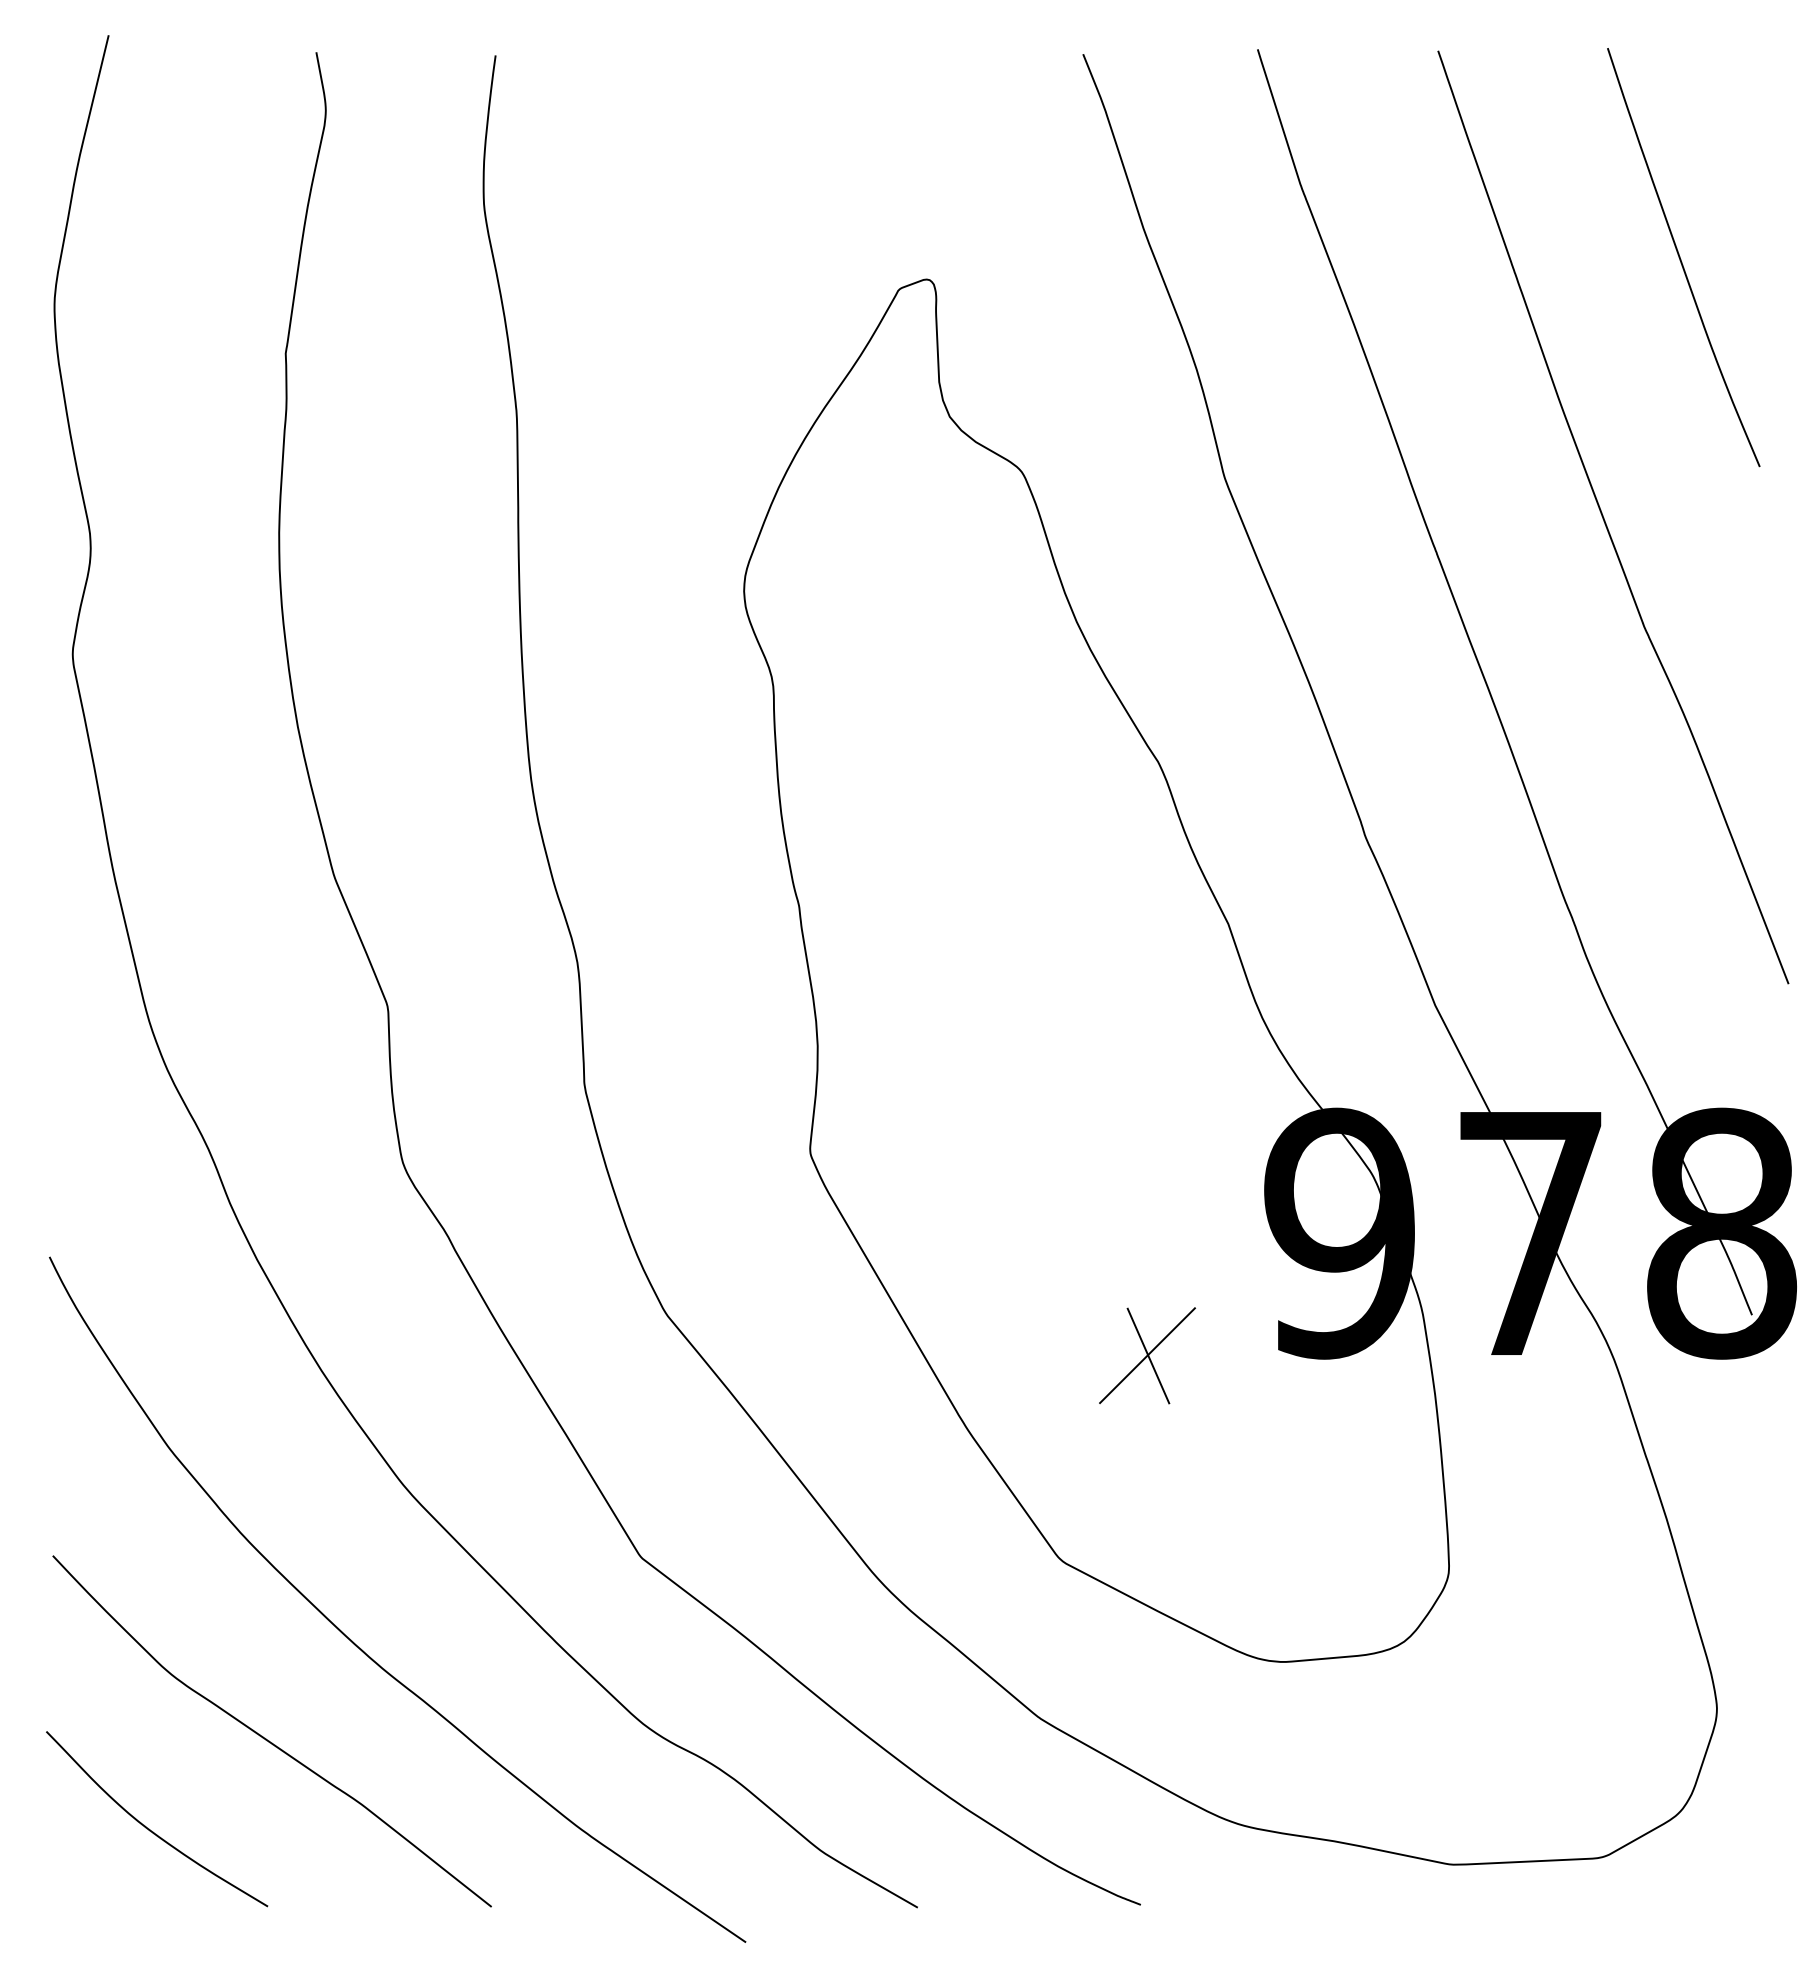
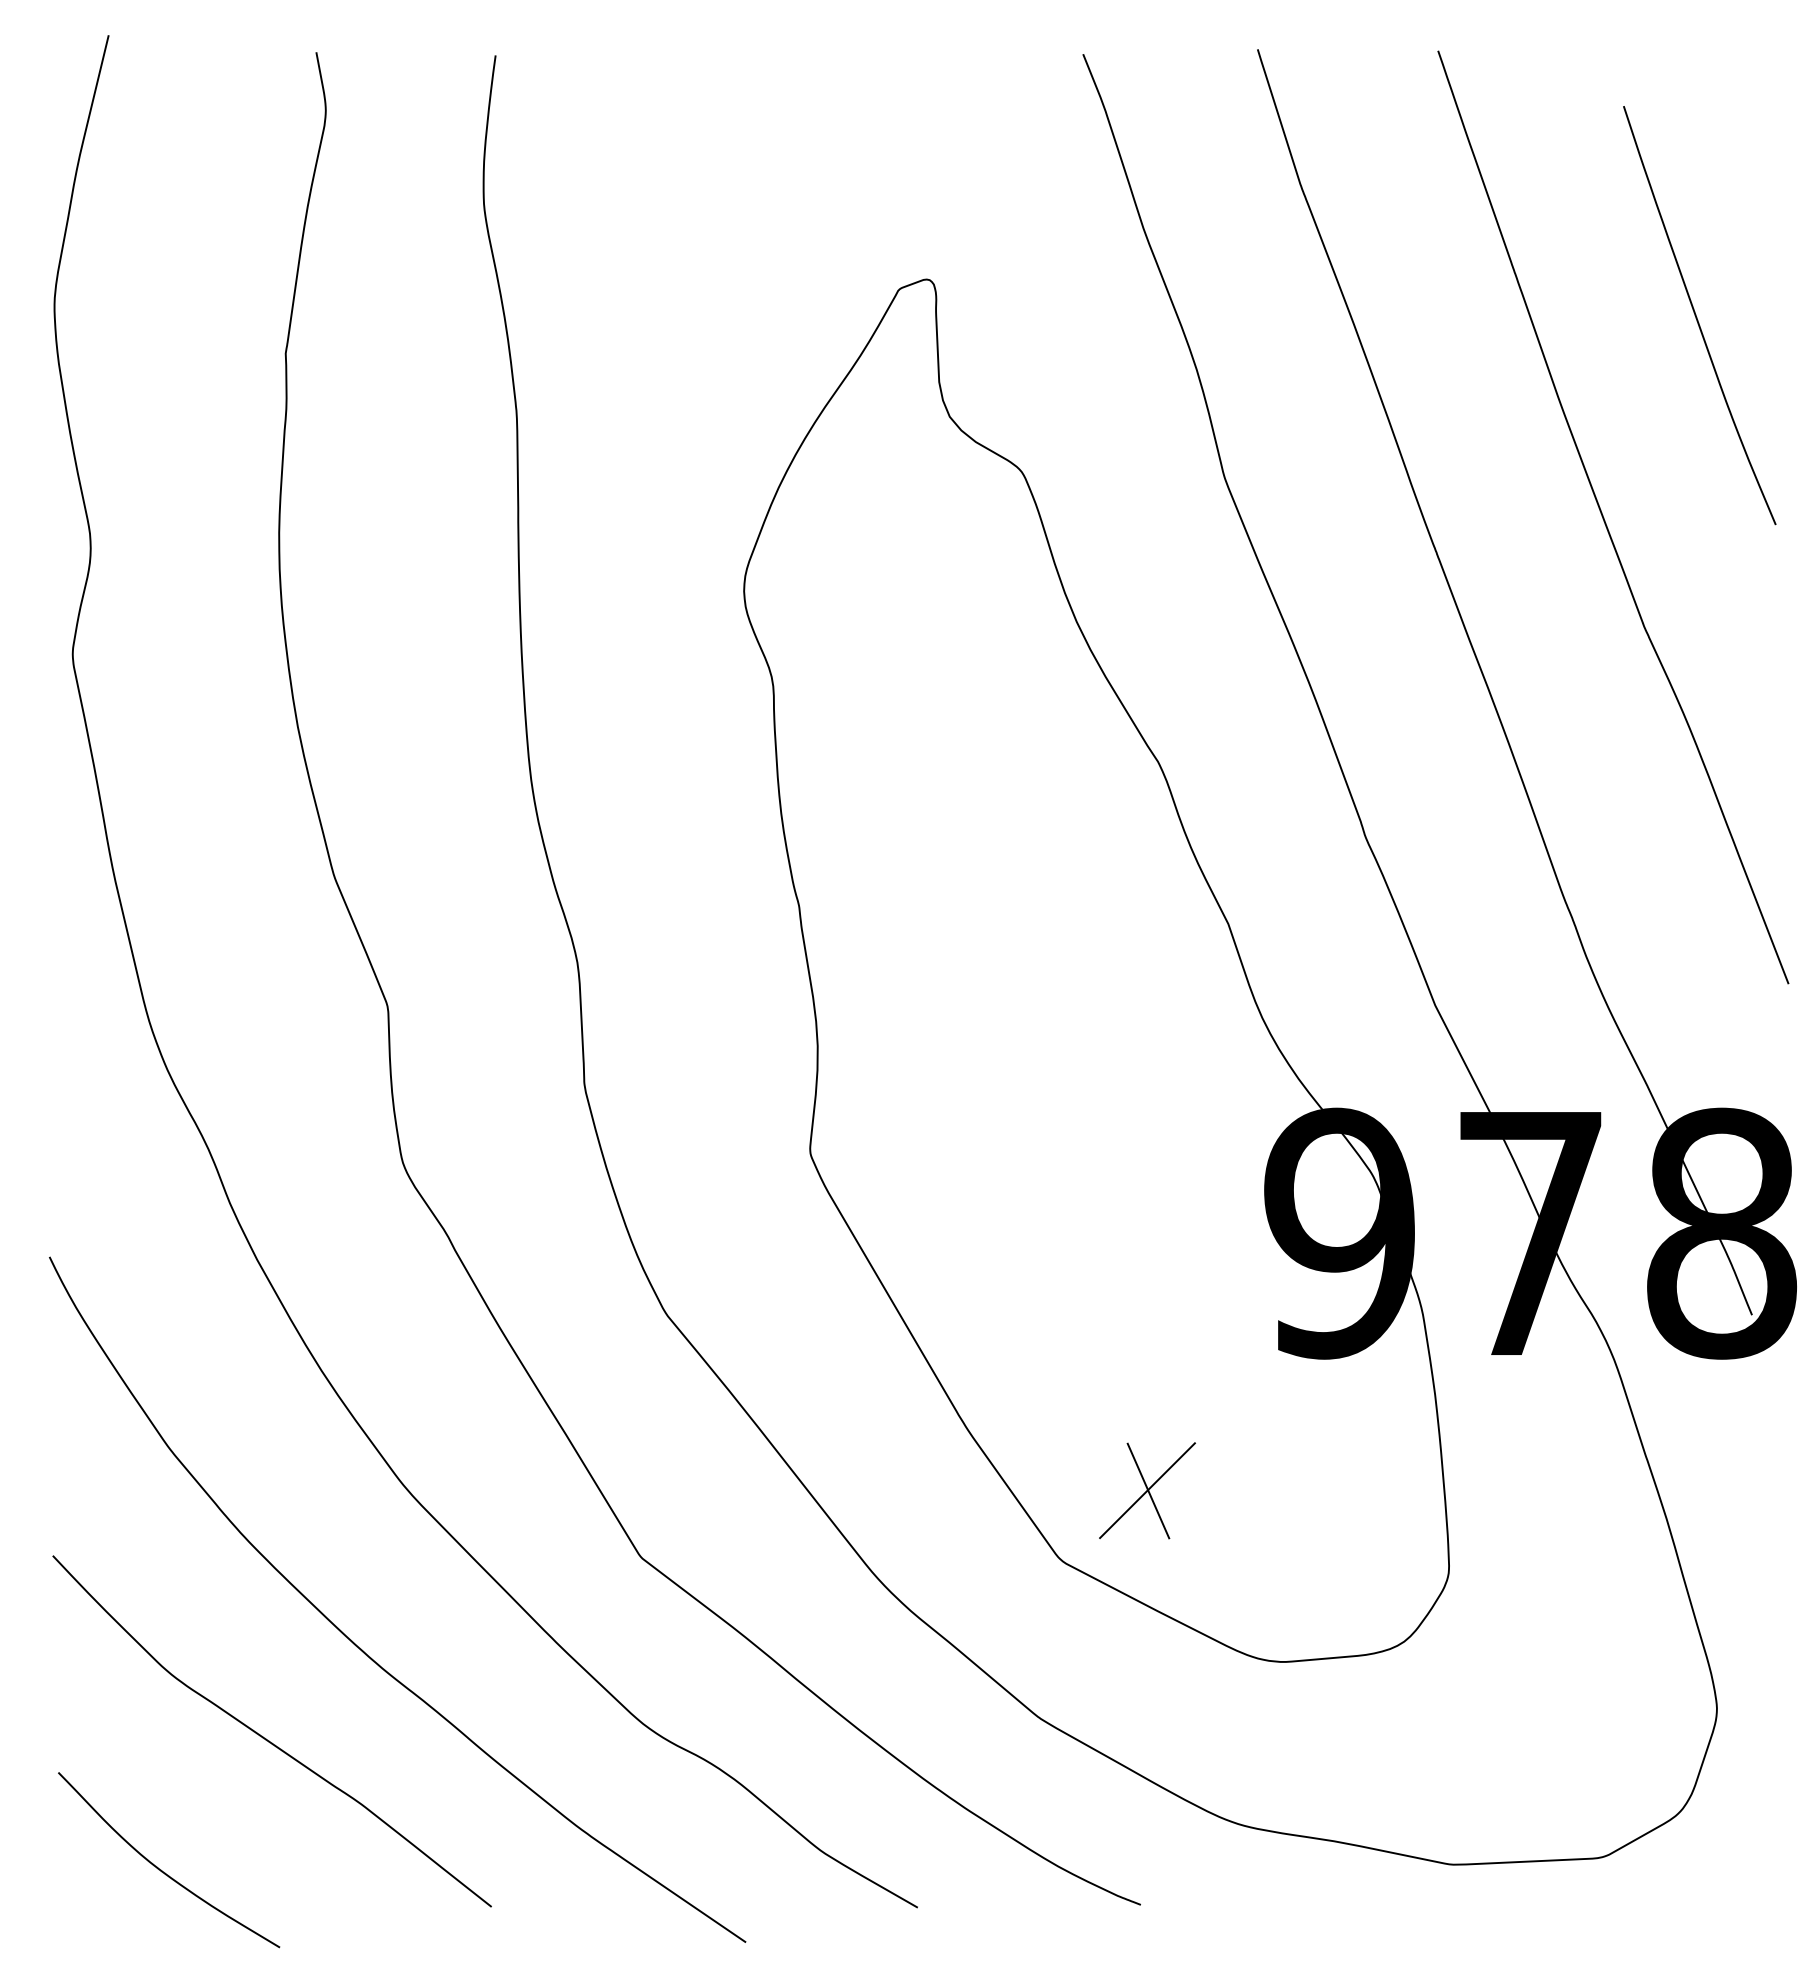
curve at (1681, 259) position: (1681, 259) -> (1697, 317)
part at (1147, 1355) position: (1147, 1355) -> (1147, 1490)
curve at (149, 1828) position: (149, 1828) -> (161, 1869)
